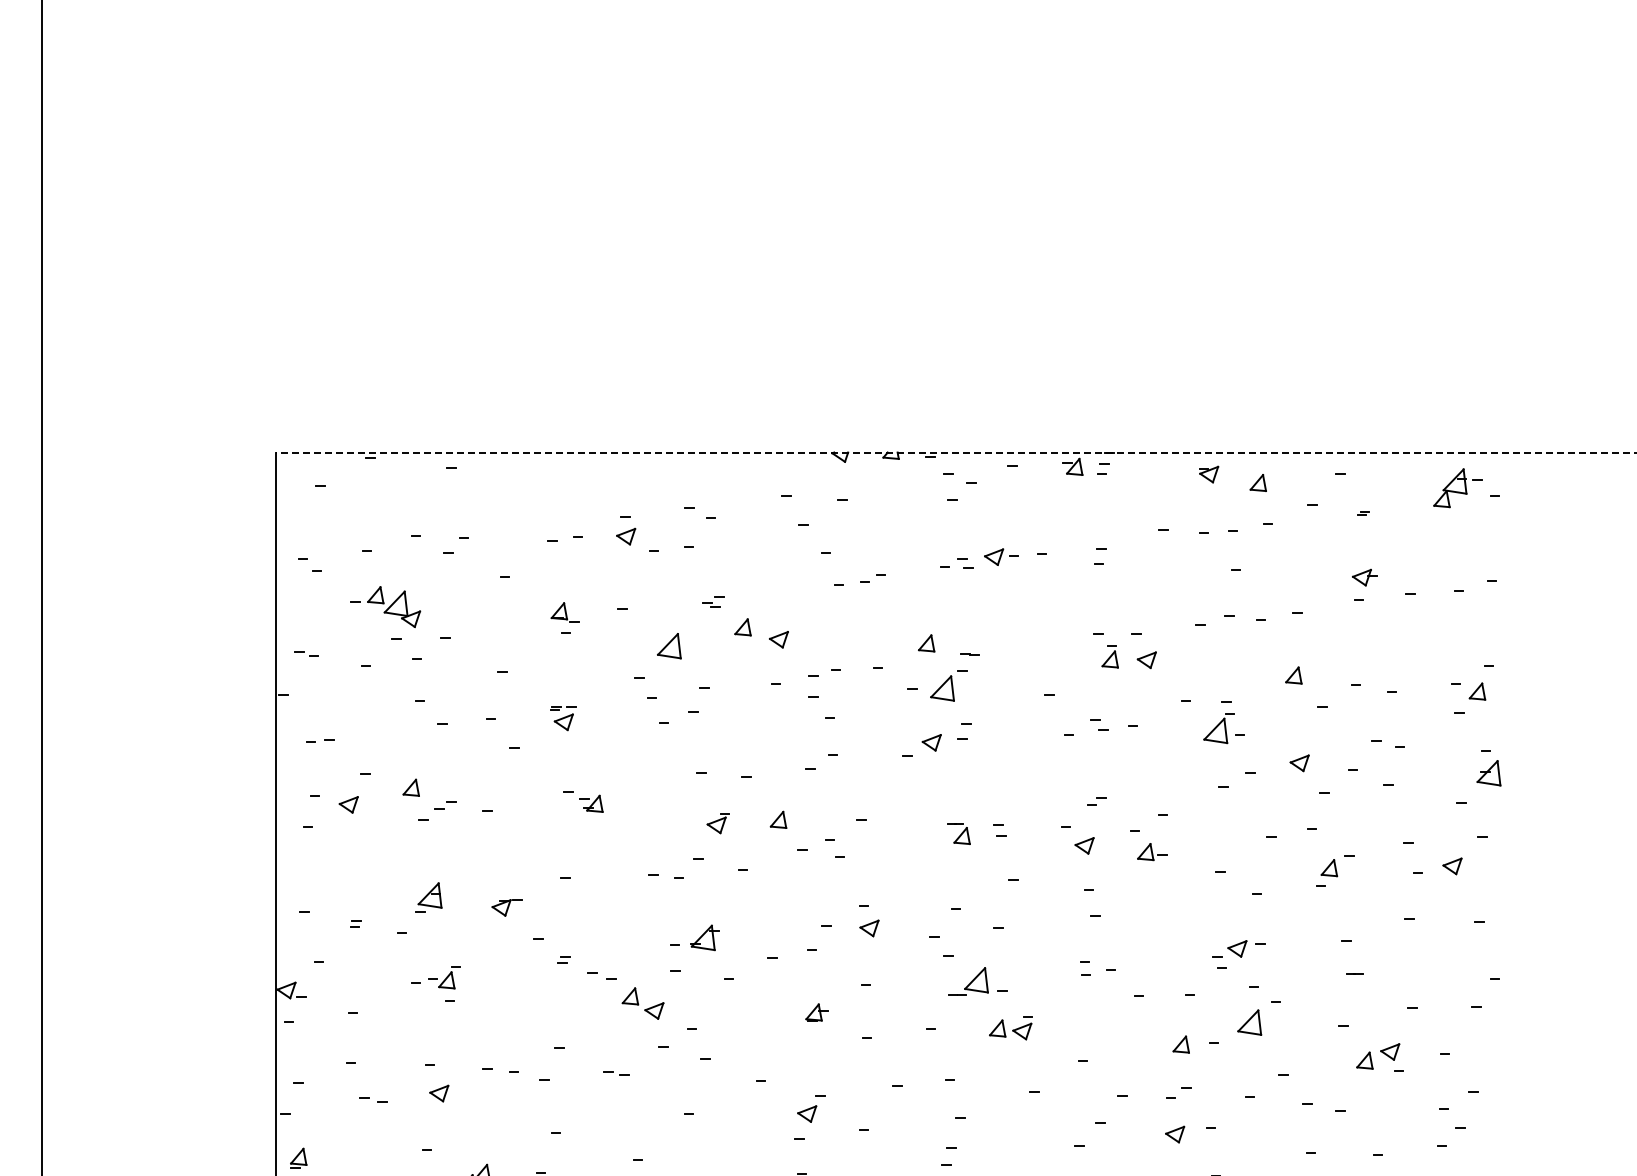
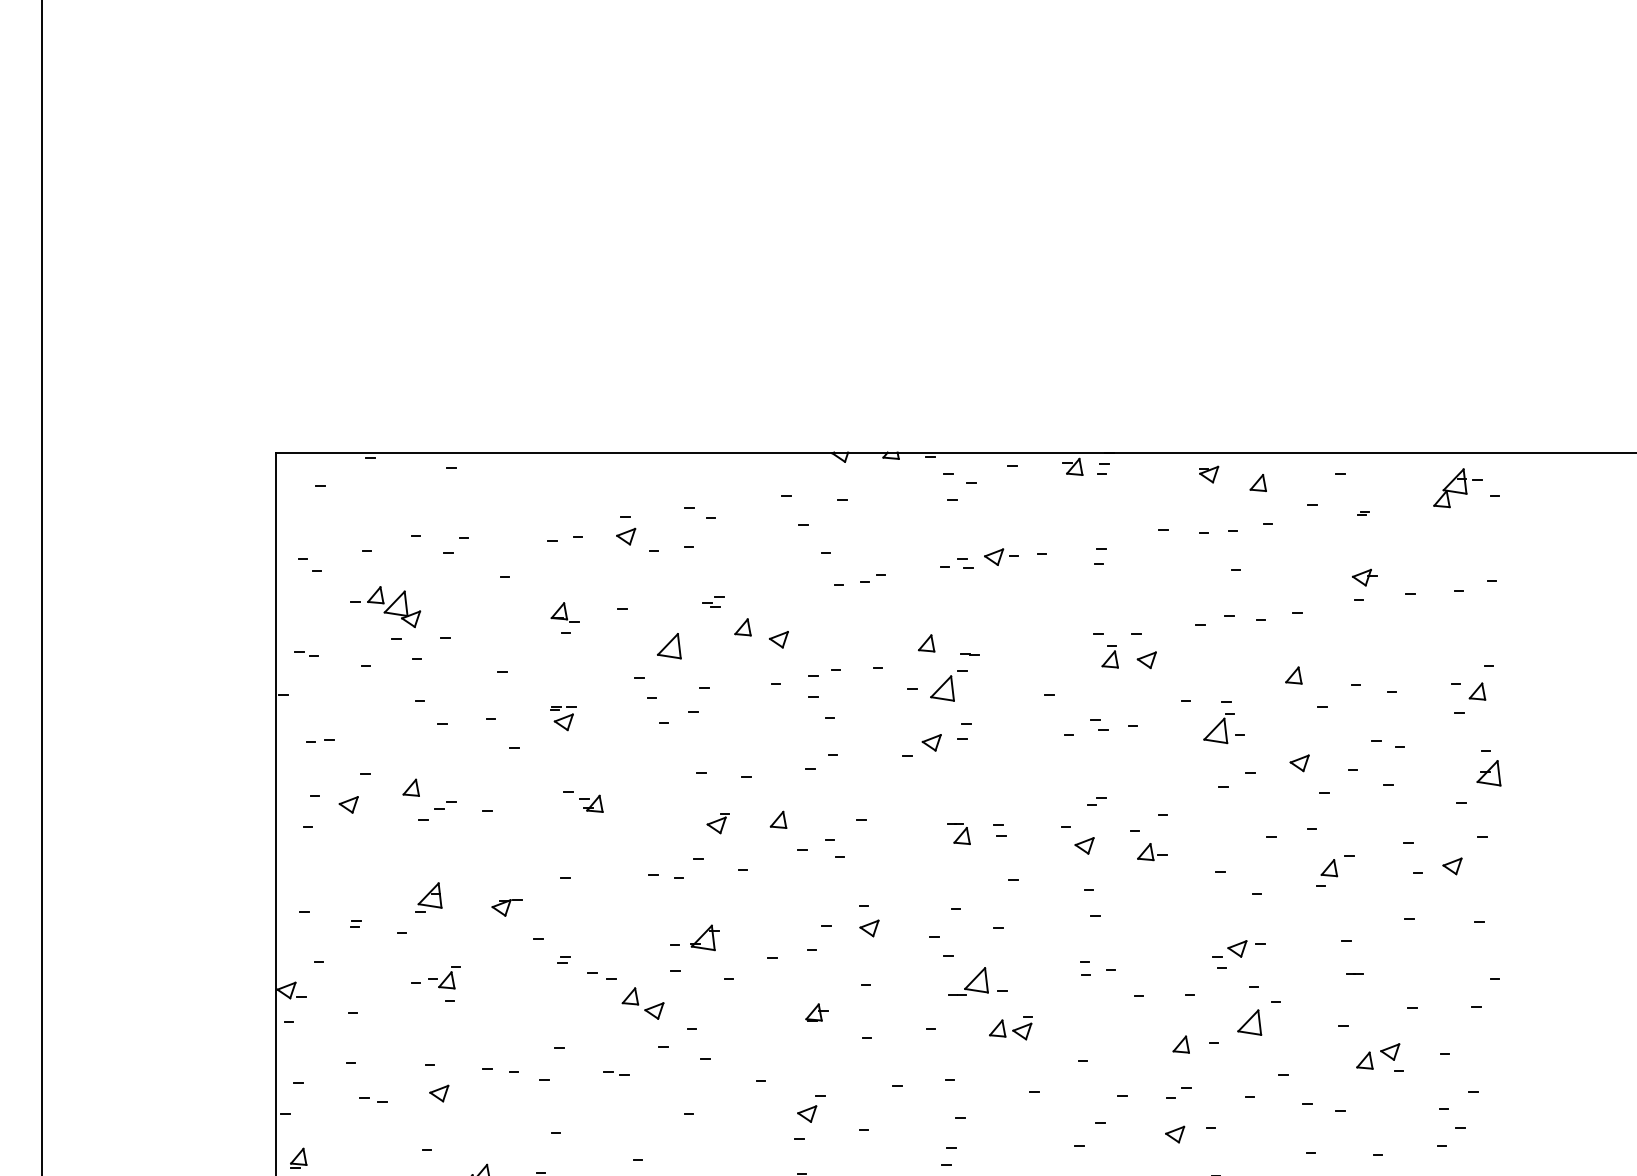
line at (956, 452): dashed -> solid
